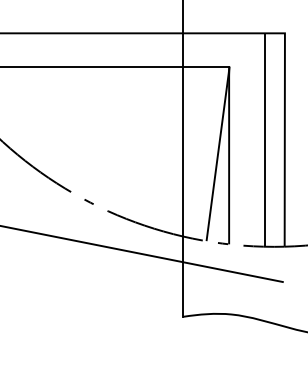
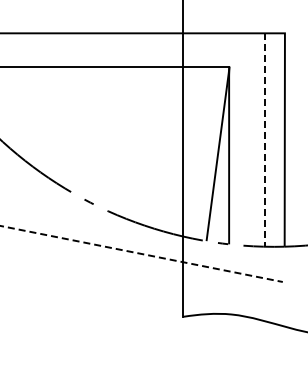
line at (264, 140): solid -> dashed
line at (141, 254): solid -> dashed
